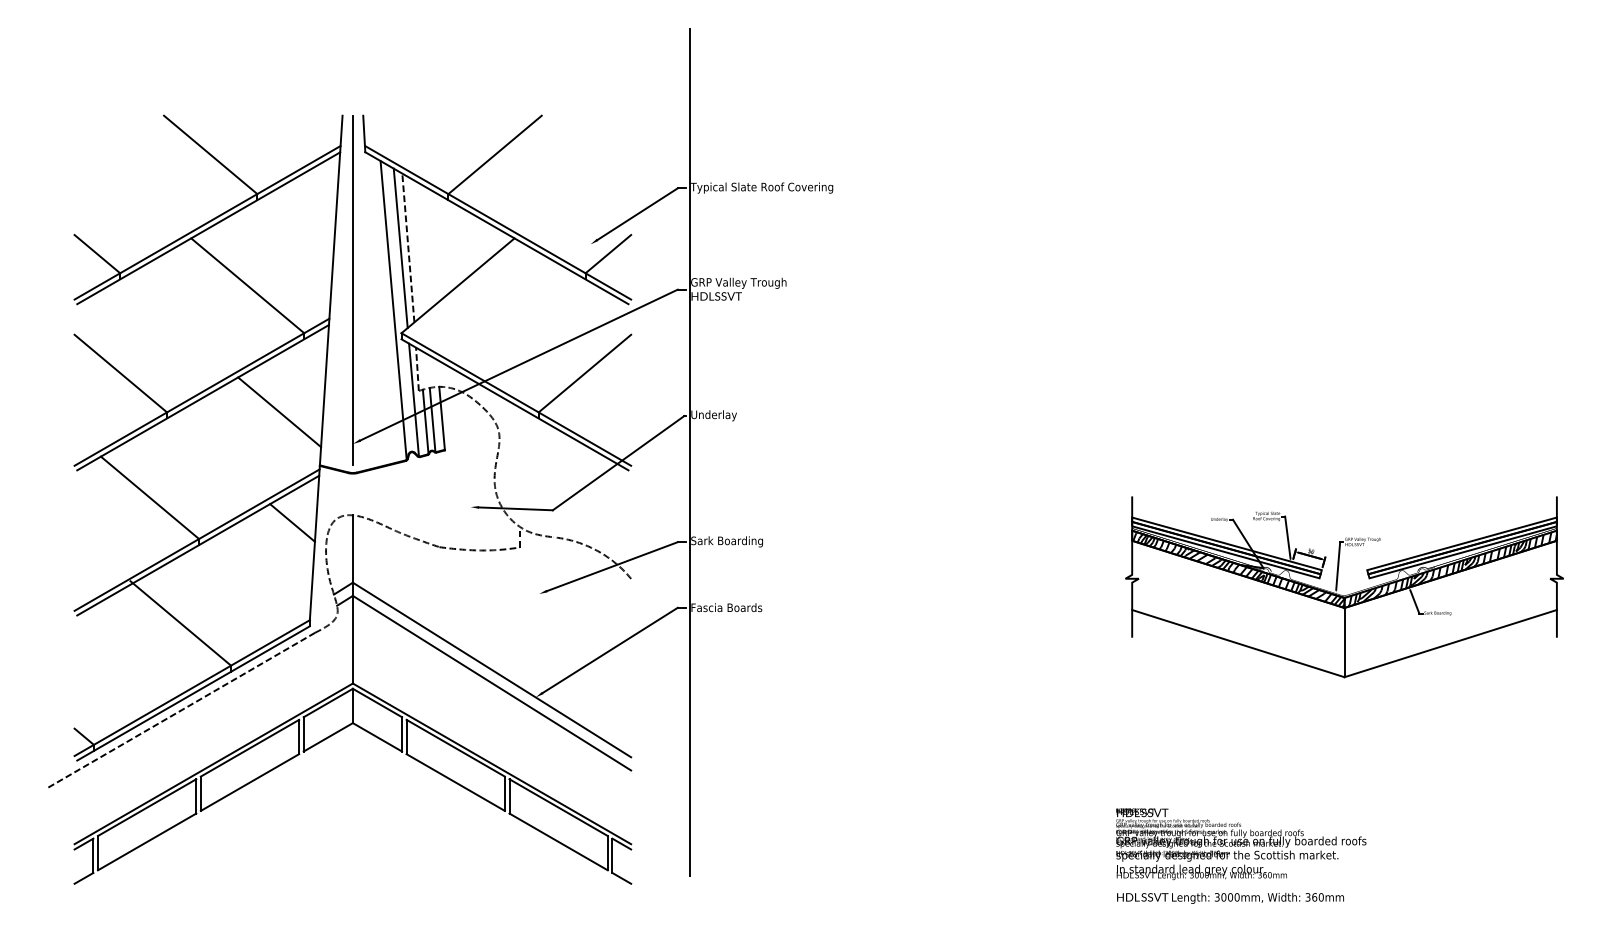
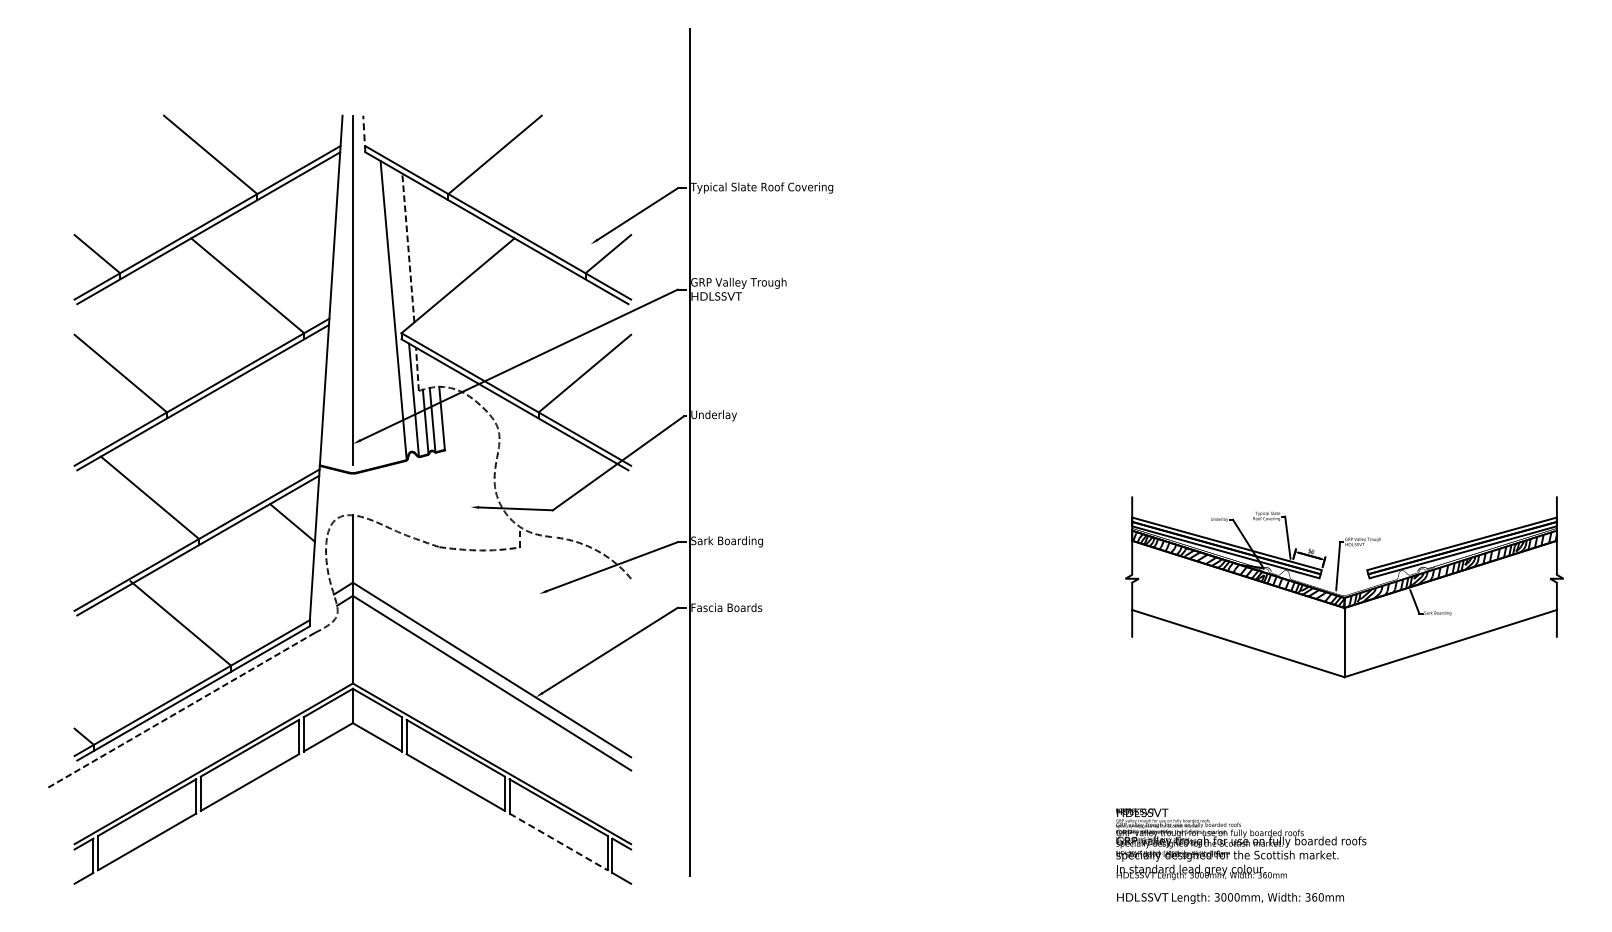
line at (364, 133): solid -> dashed
line at (400, 247): present -> none
line at (279, 412): present -> none
line at (558, 841): solid -> dashed
